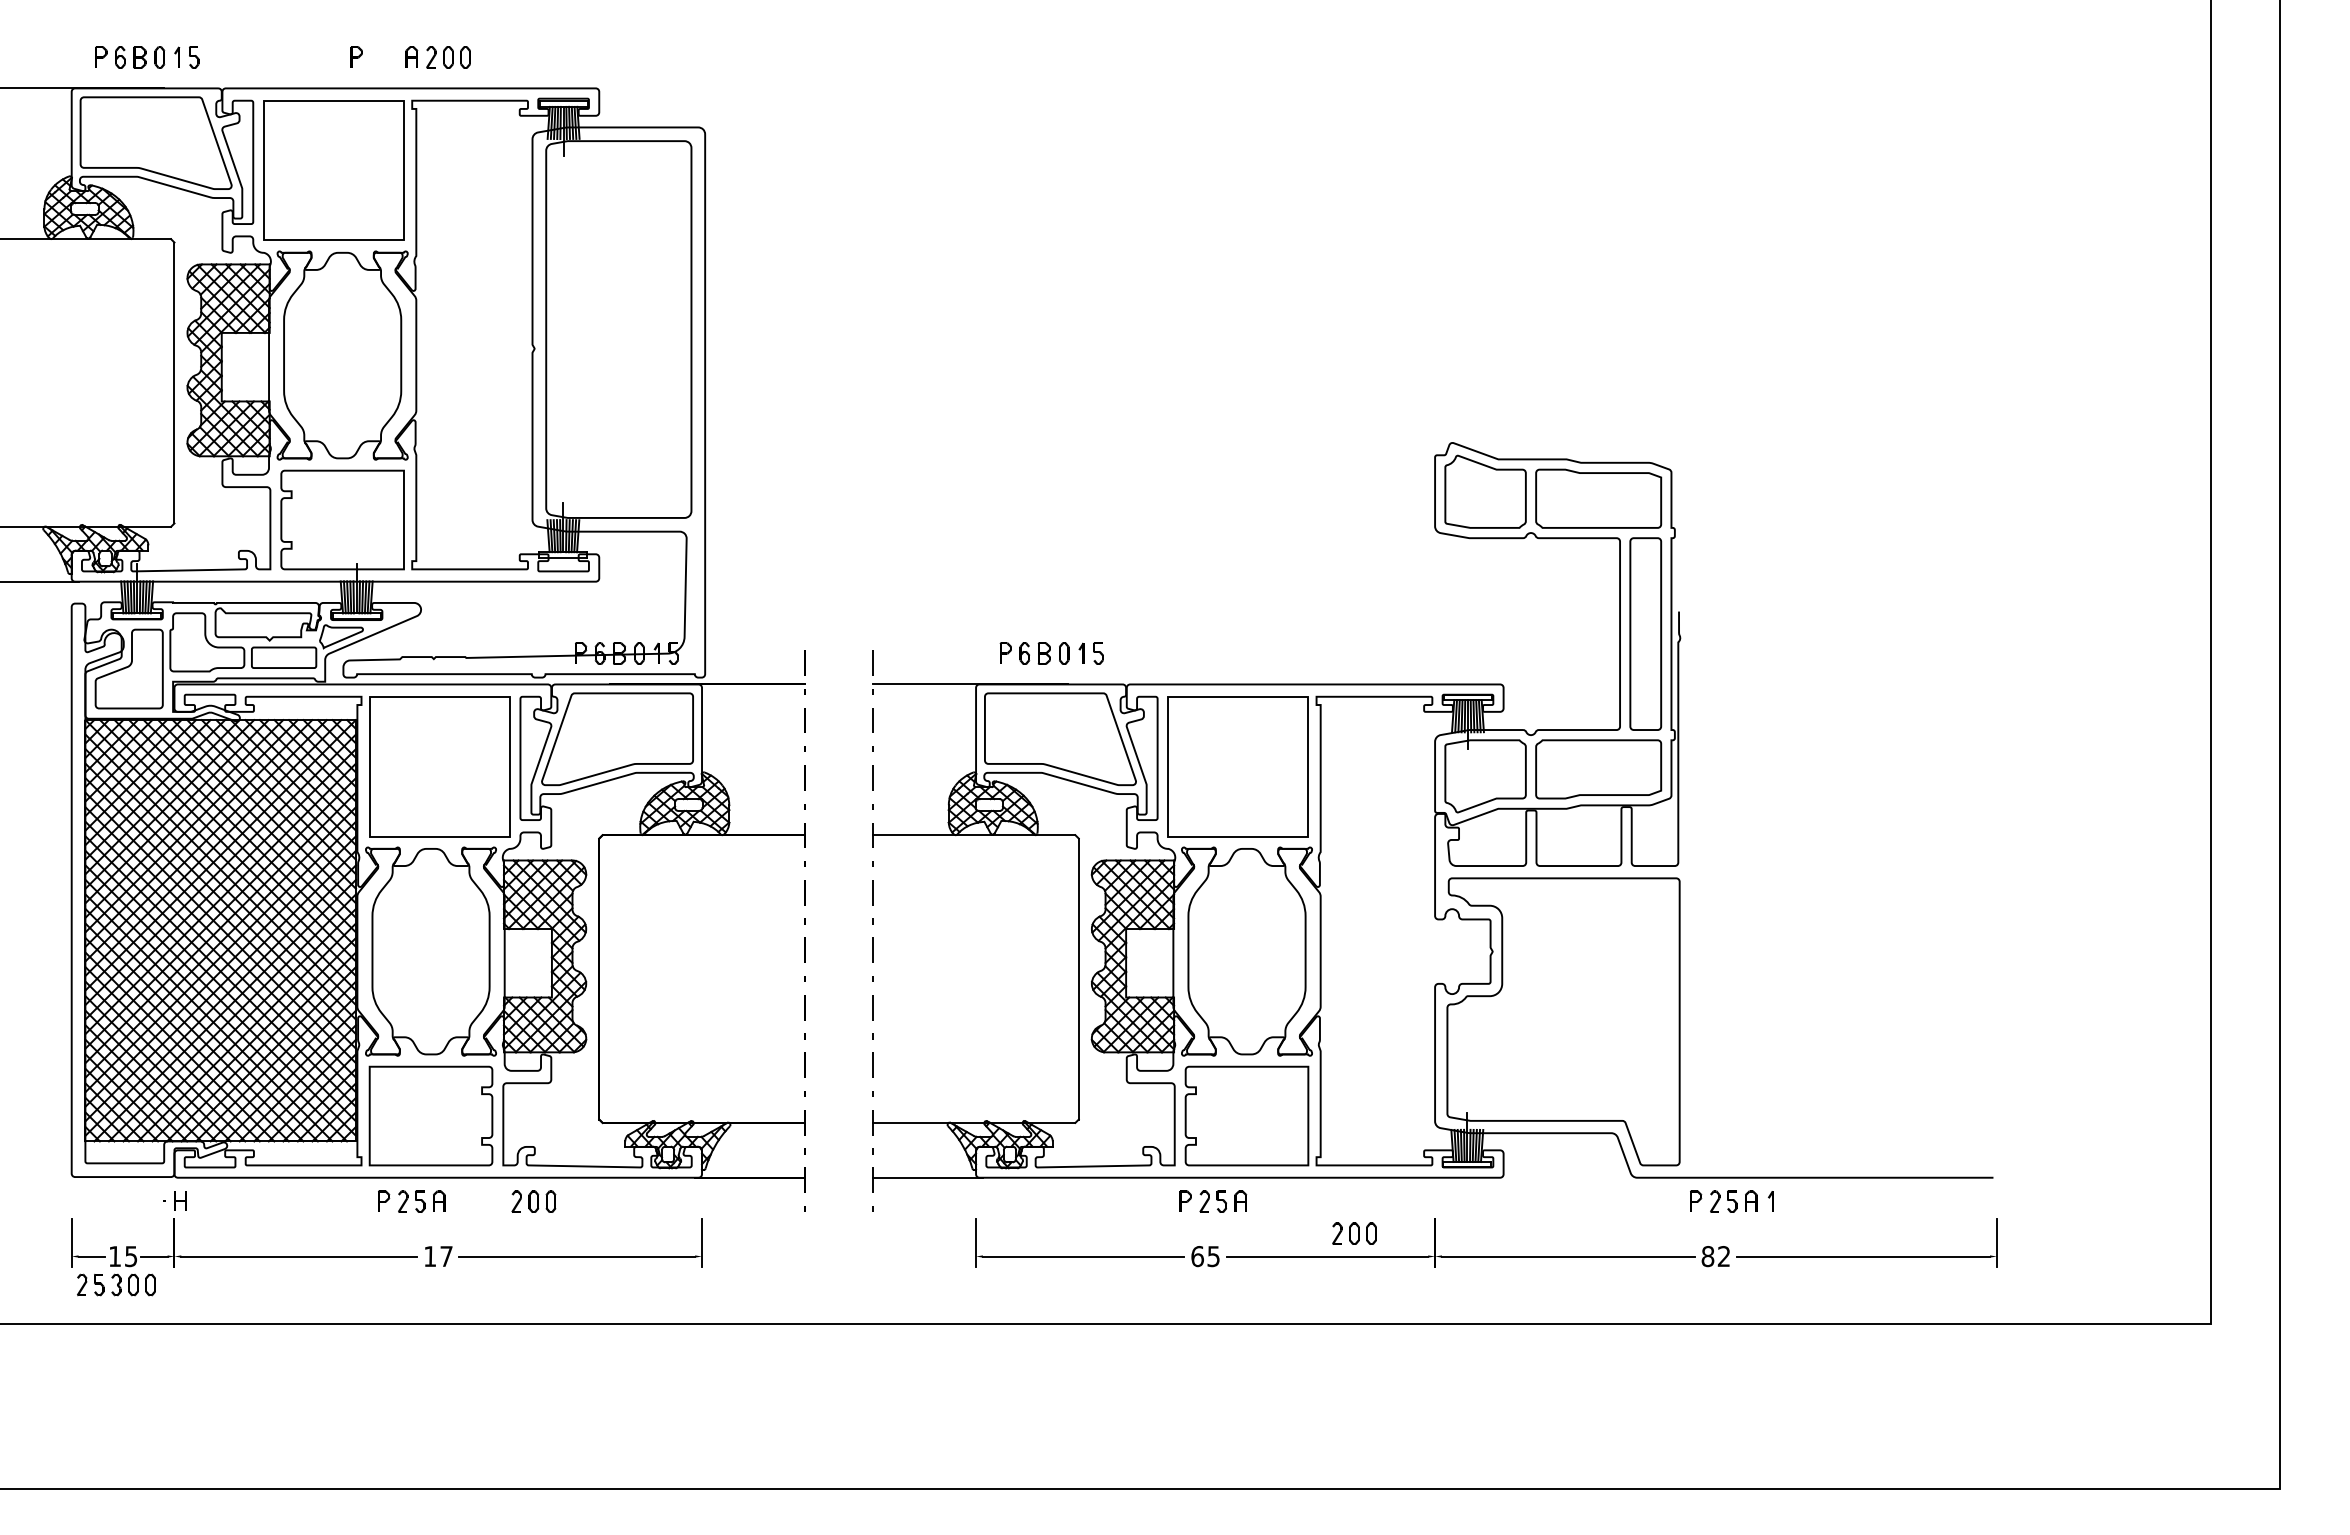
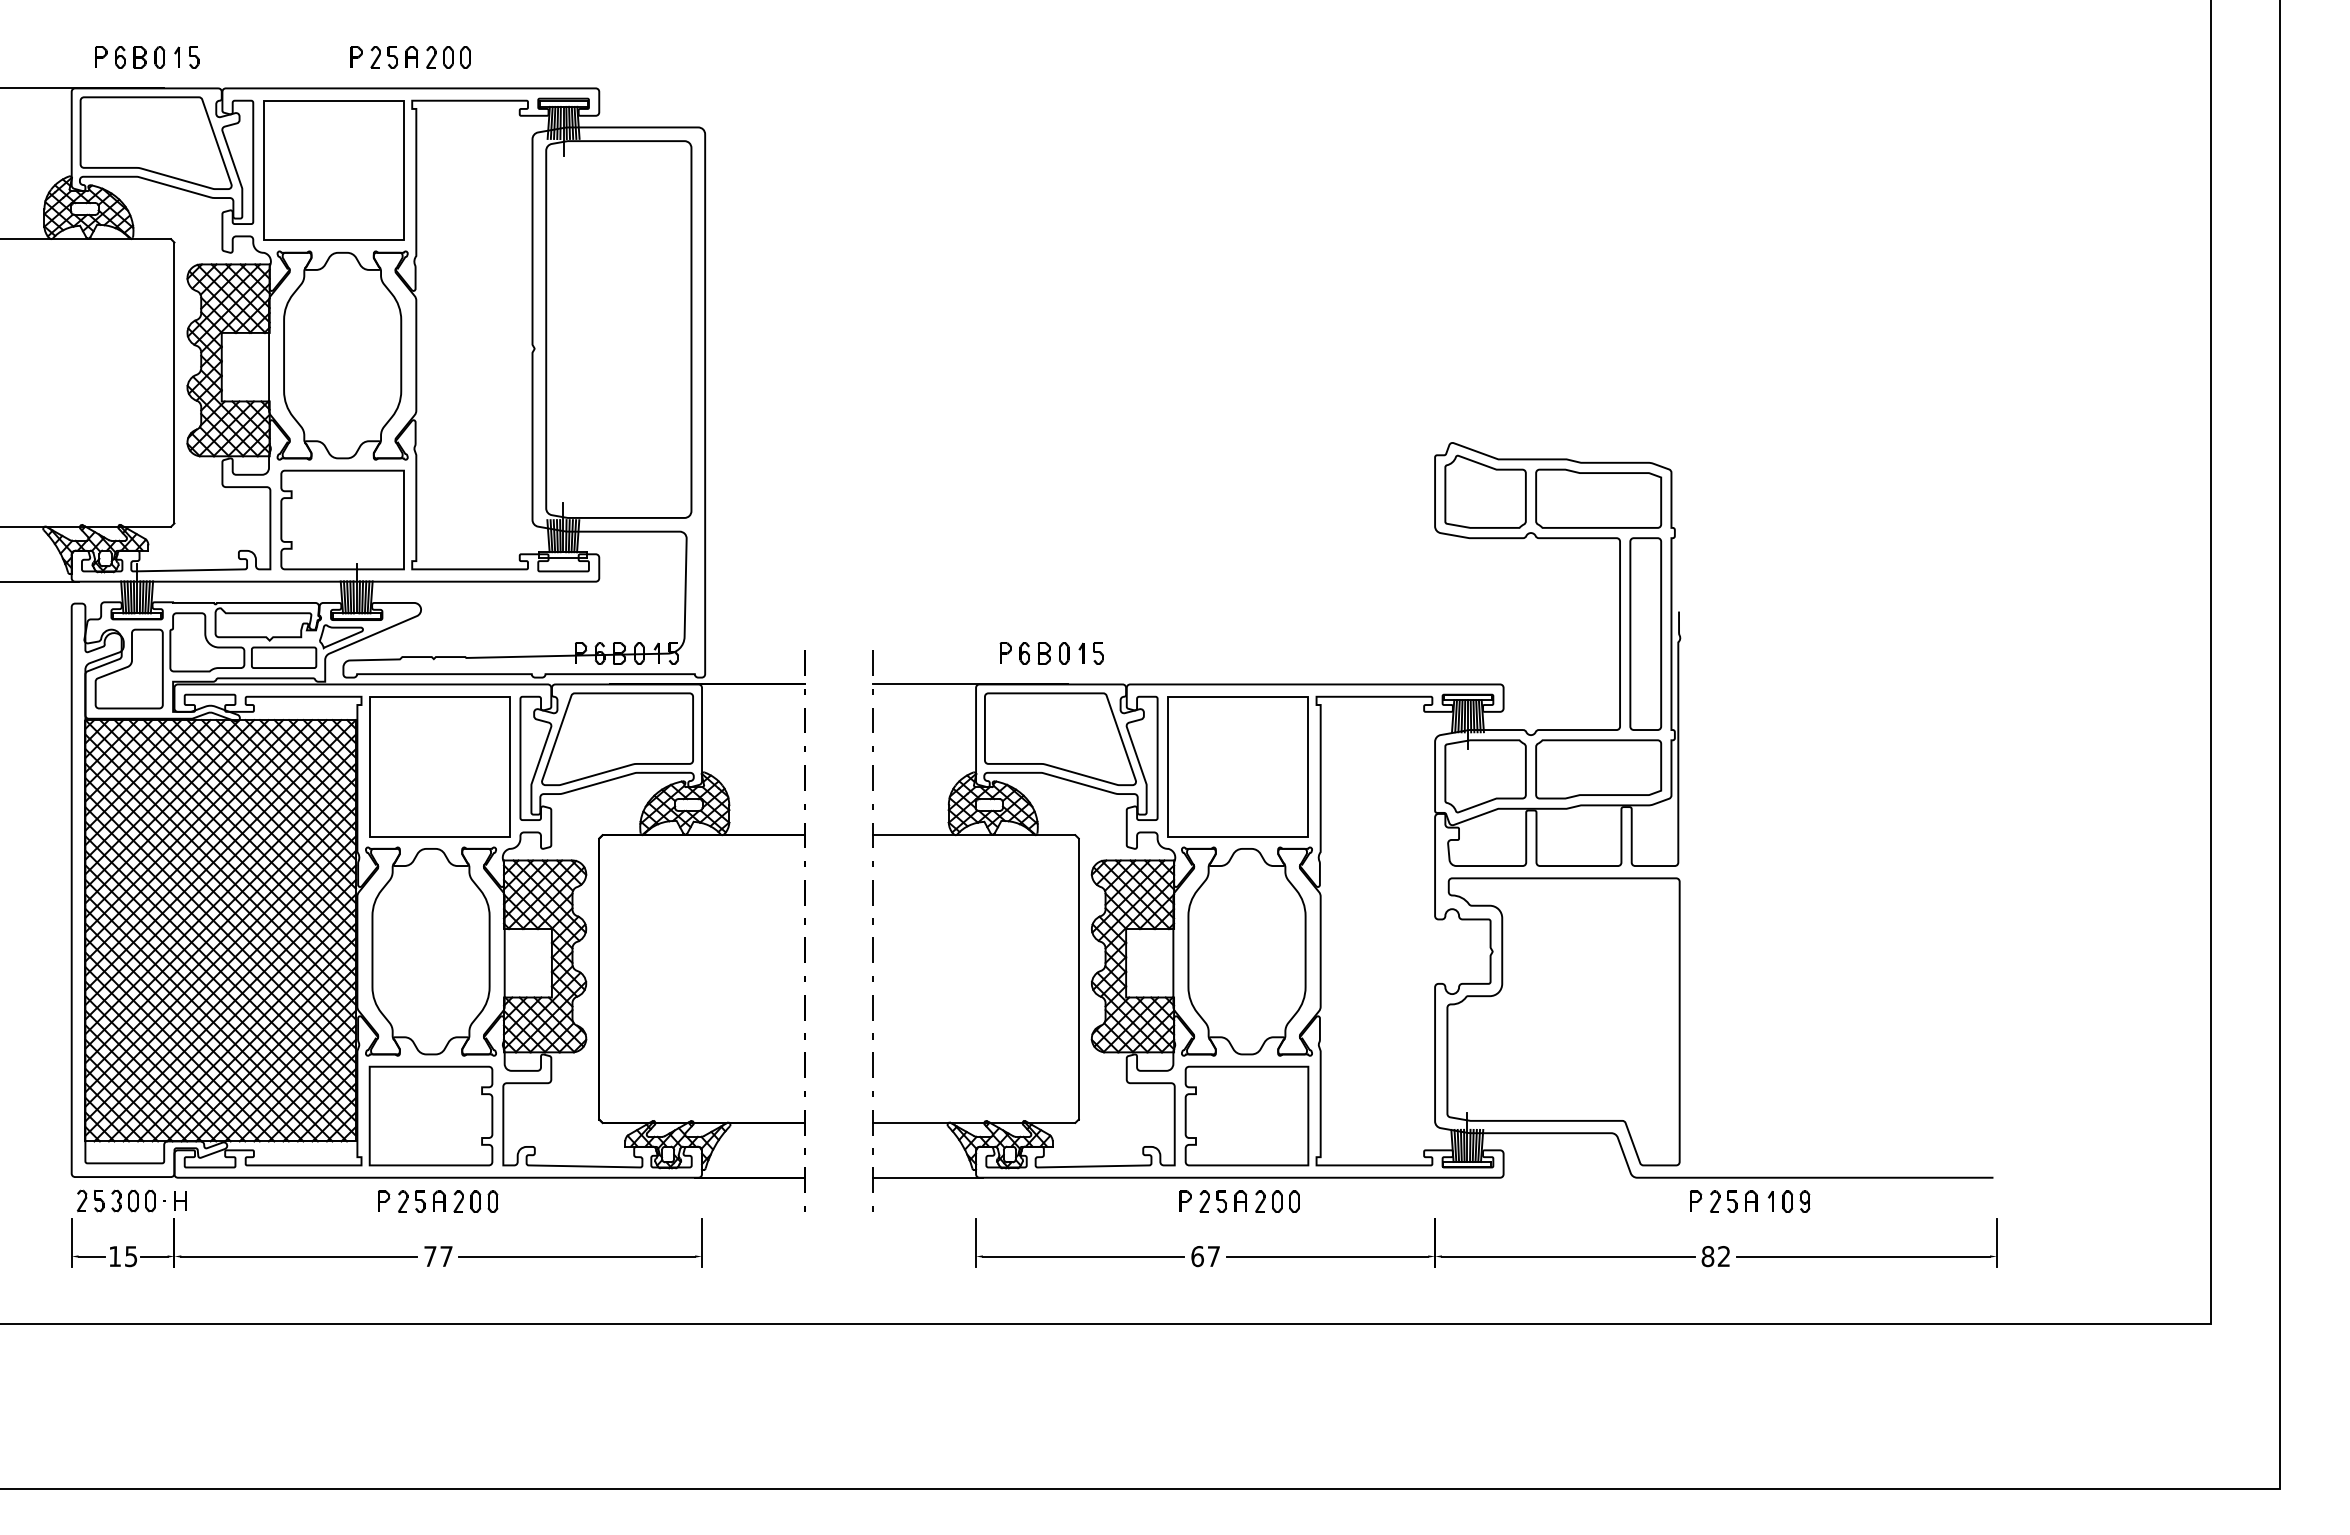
part at (383, 57): none -> present
part at (533, 1201) position: (533, 1201) -> (475, 1201)
part at (1796, 1201): none -> present
part at (1354, 1233) position: (1354, 1233) -> (1277, 1201)
text at (430, 1256): 17 -> 77
text at (1213, 1256): 65 -> 67
part at (116, 1284) position: (116, 1284) -> (116, 1200)
